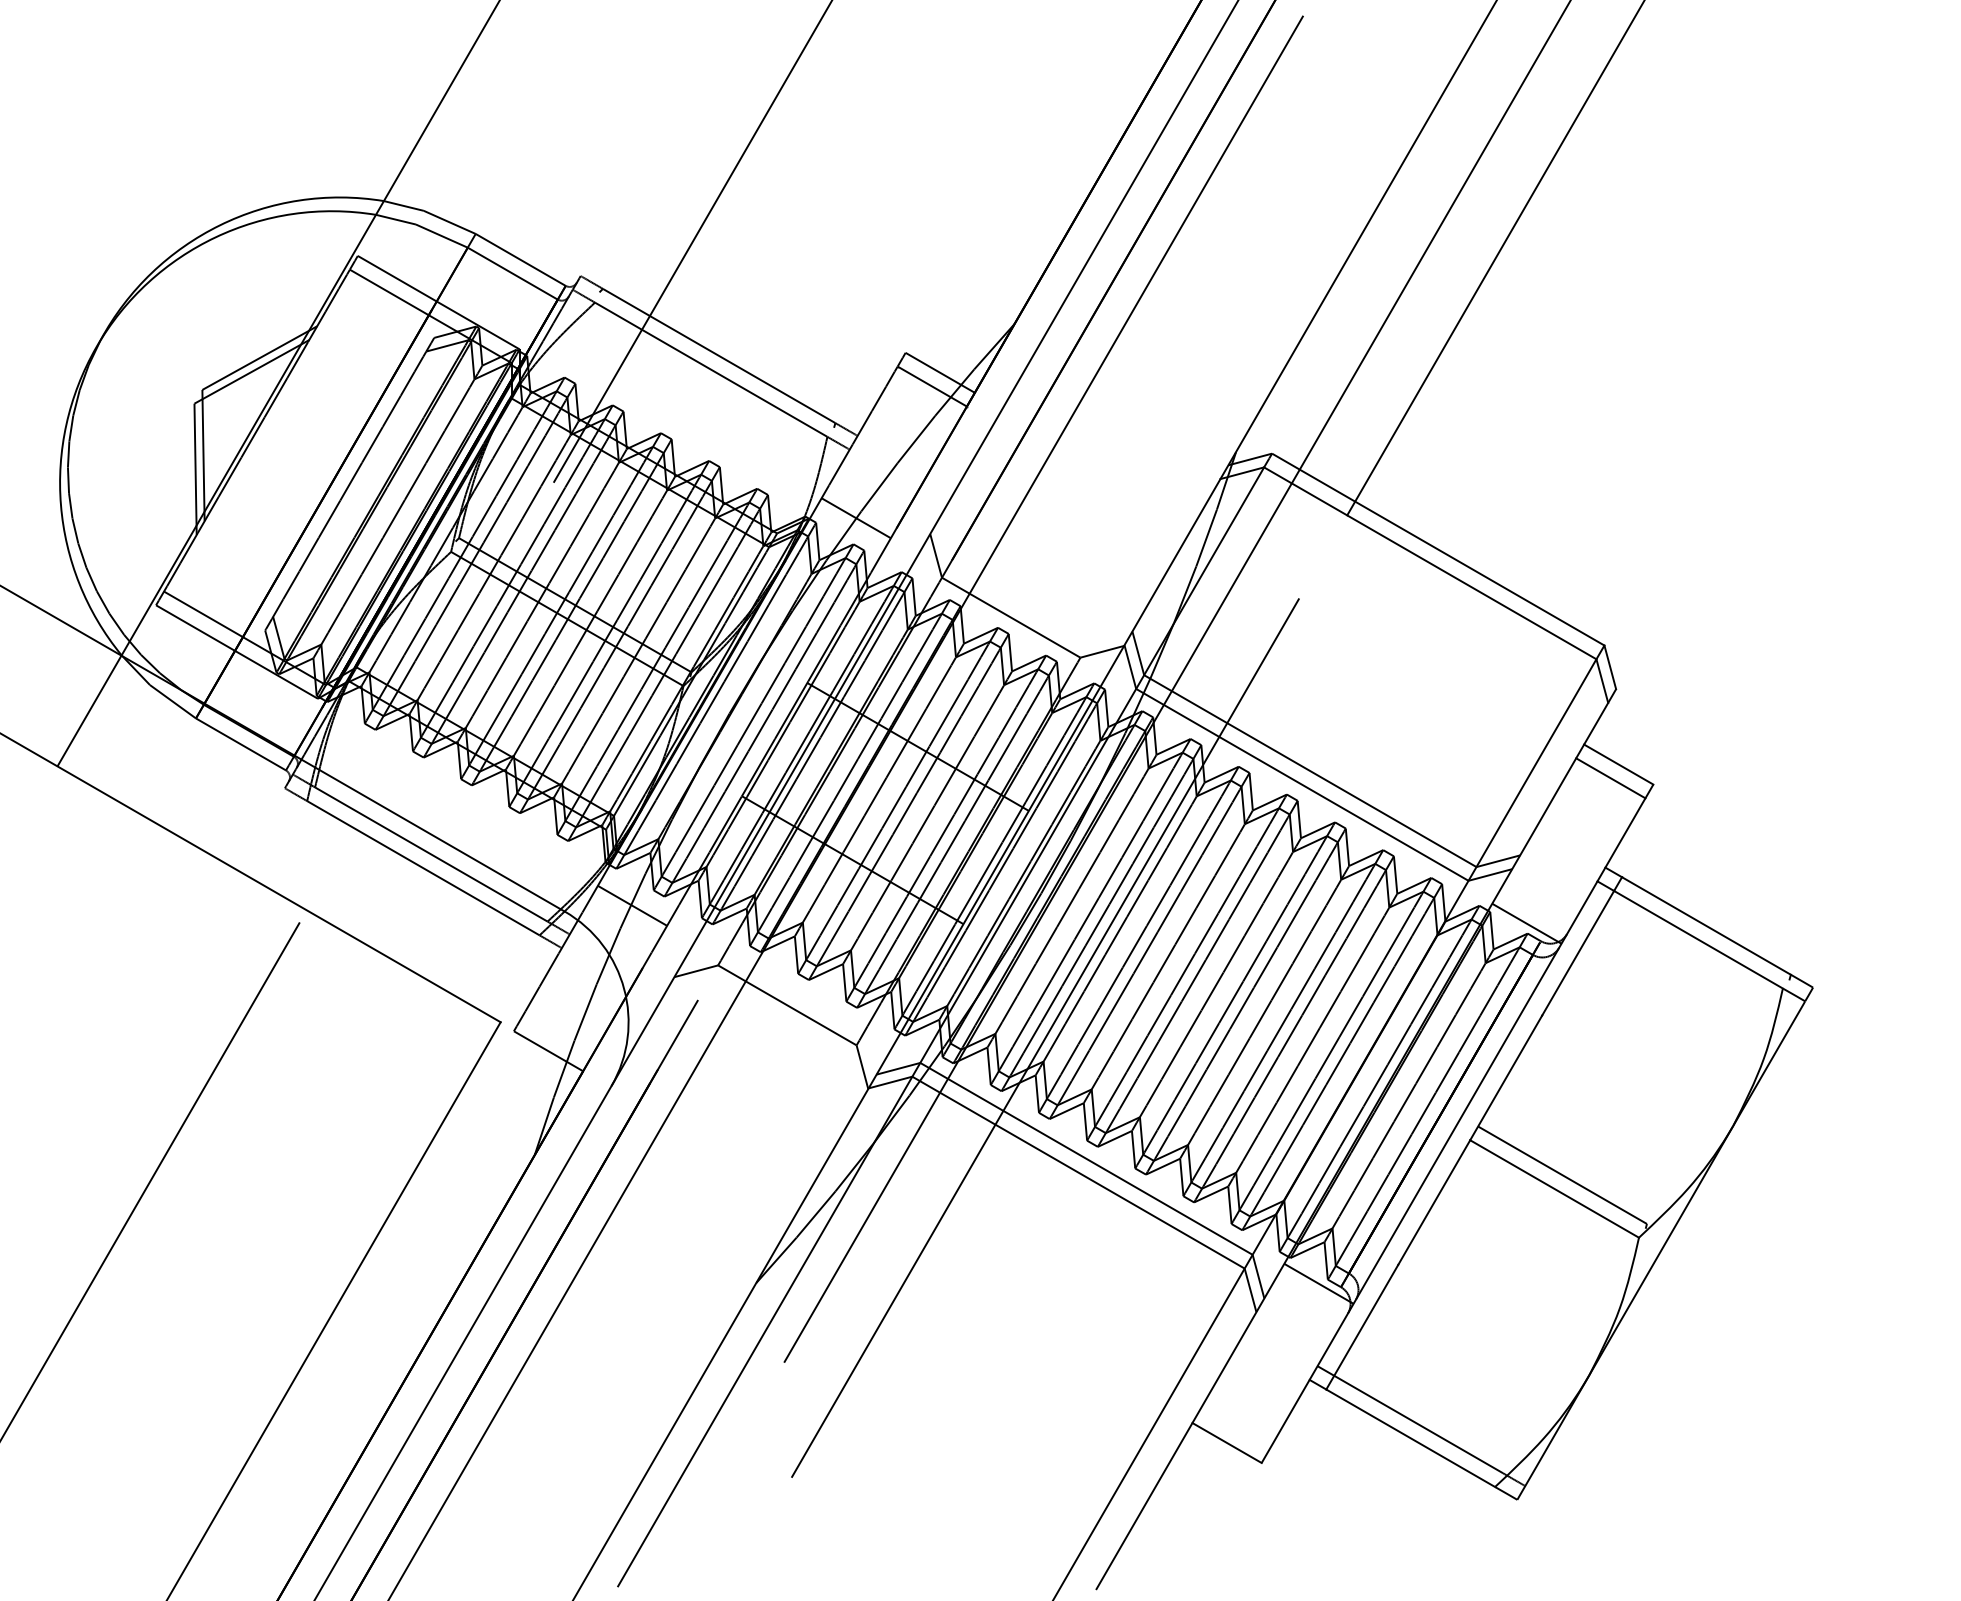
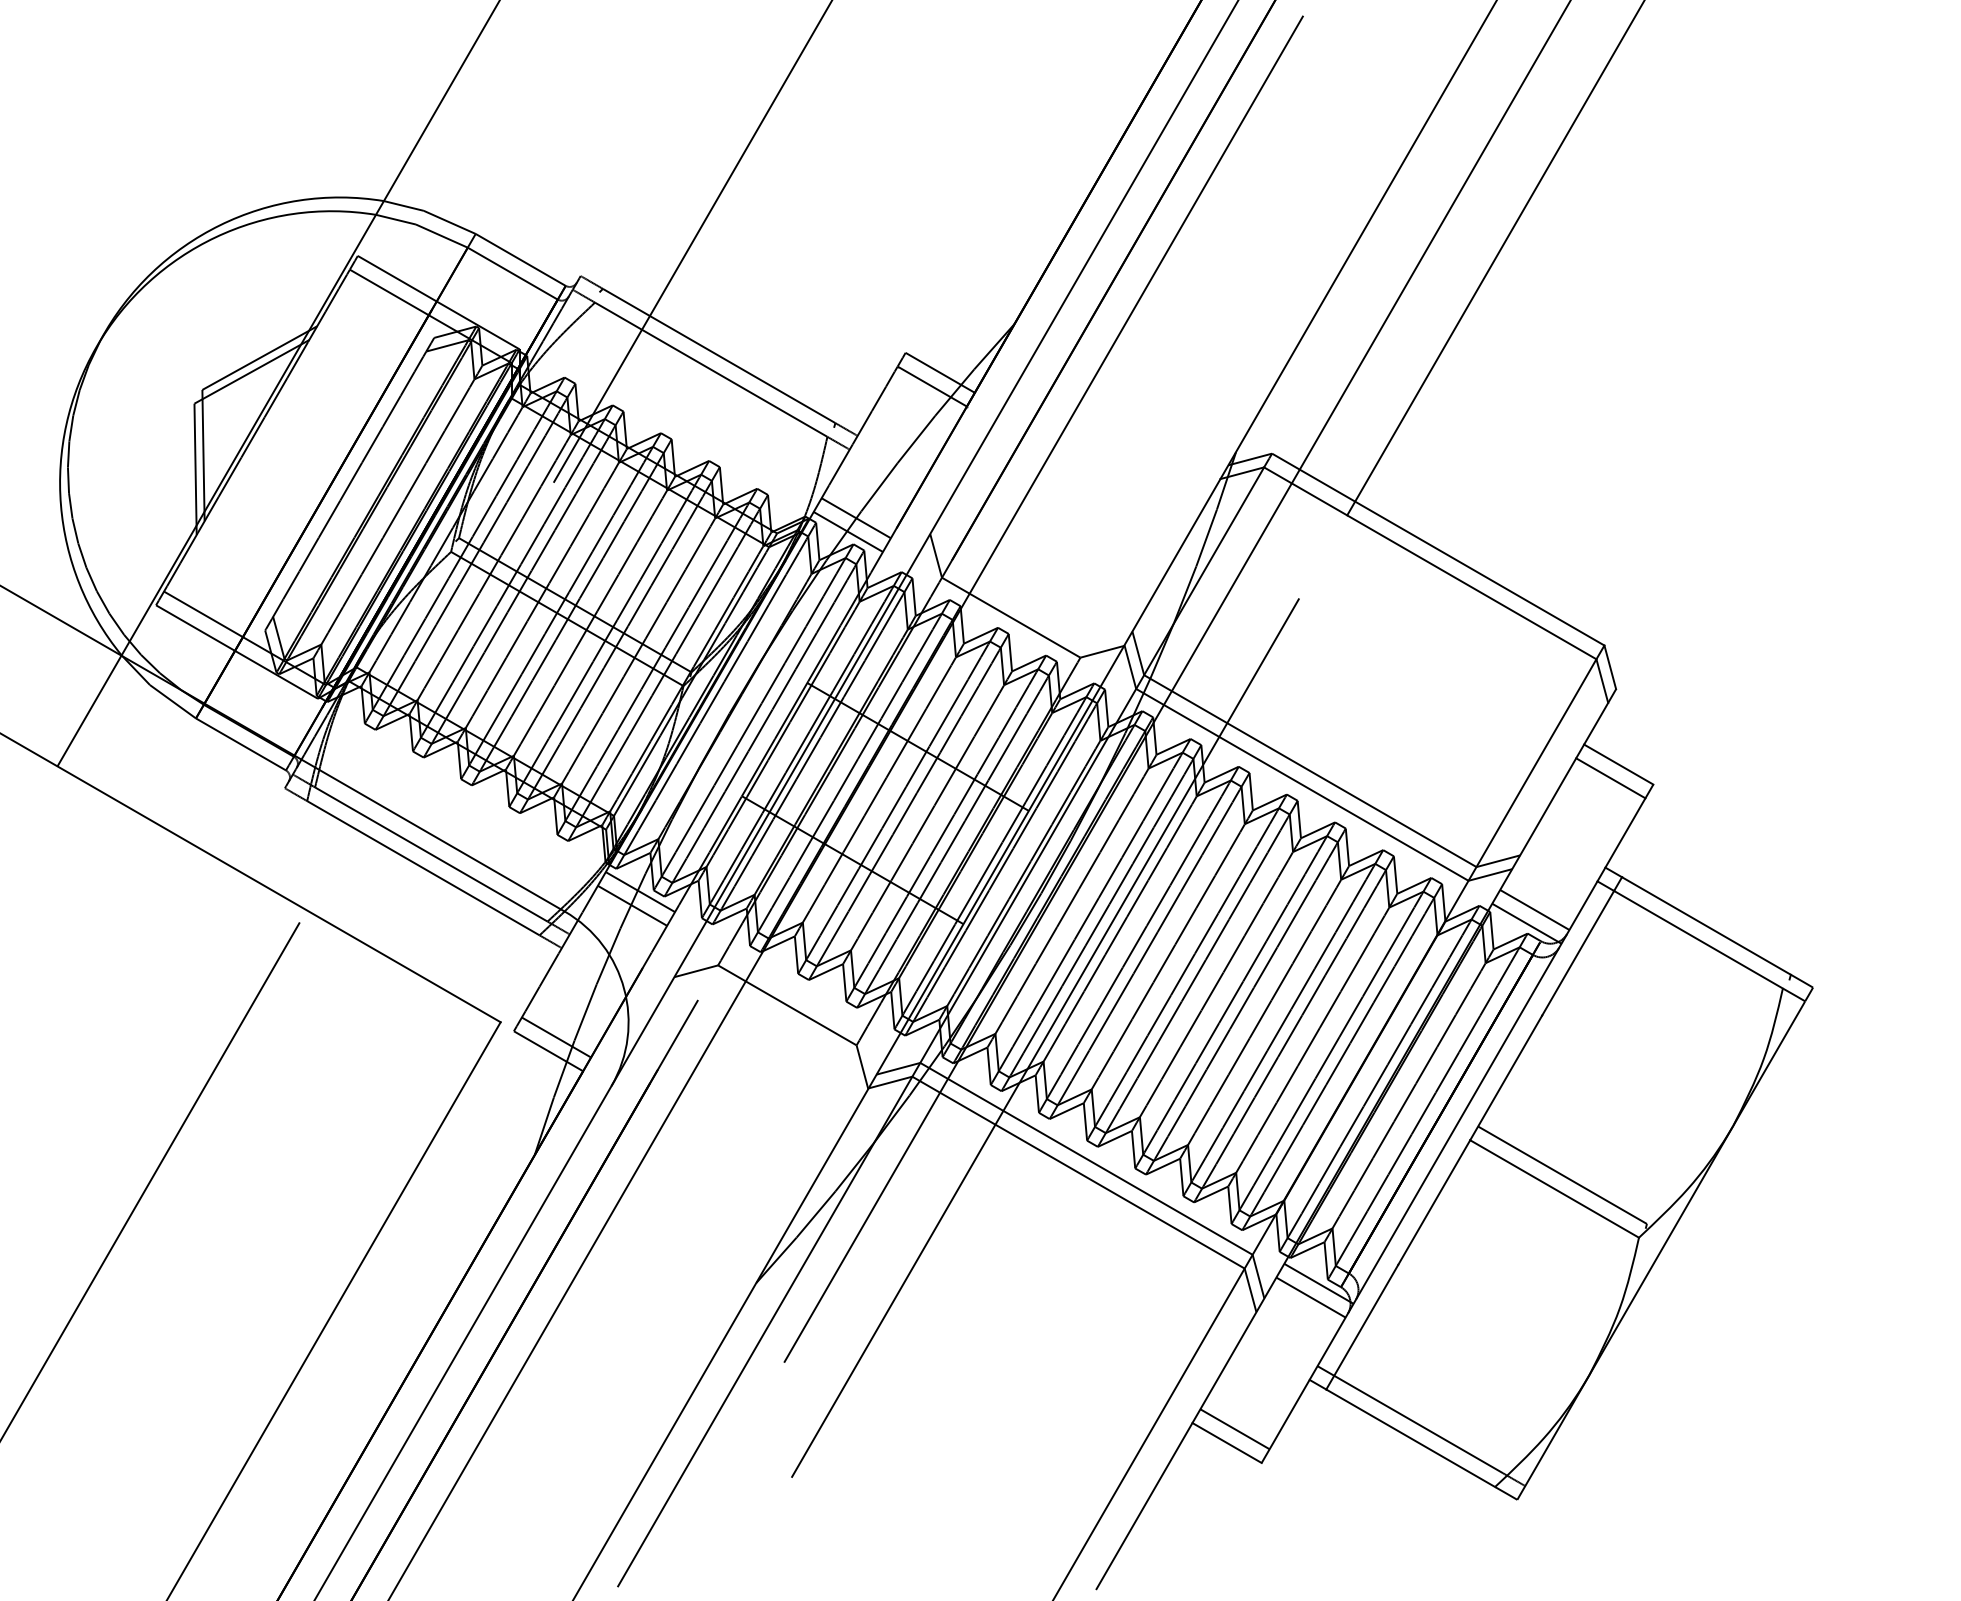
line at (847, 531): none -> present
line at (640, 892): none -> present
line at (1534, 909): none -> present
line at (556, 1037): none -> present
line at (1310, 1297): none -> present
line at (1234, 1429): none -> present
